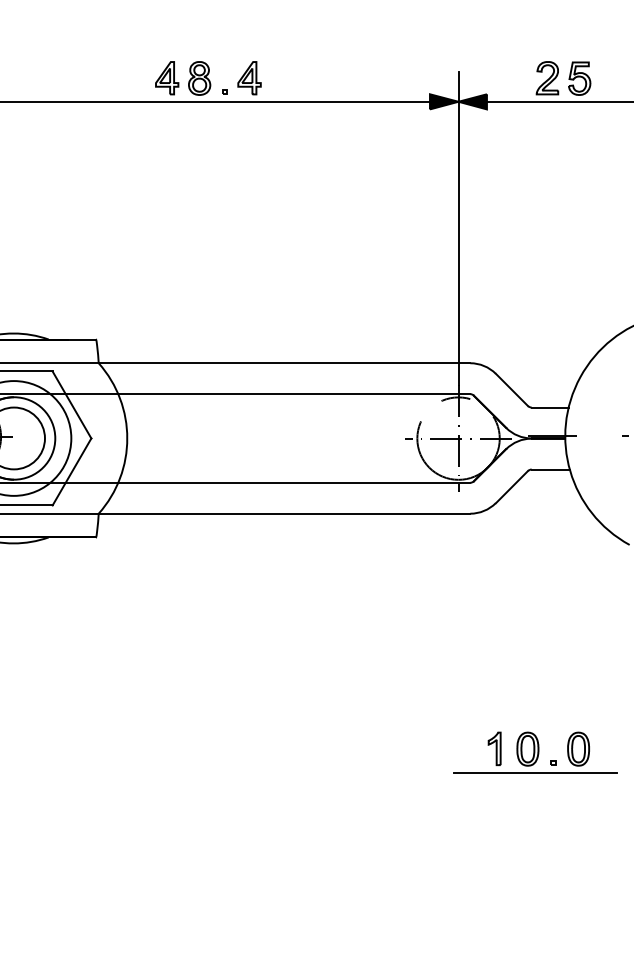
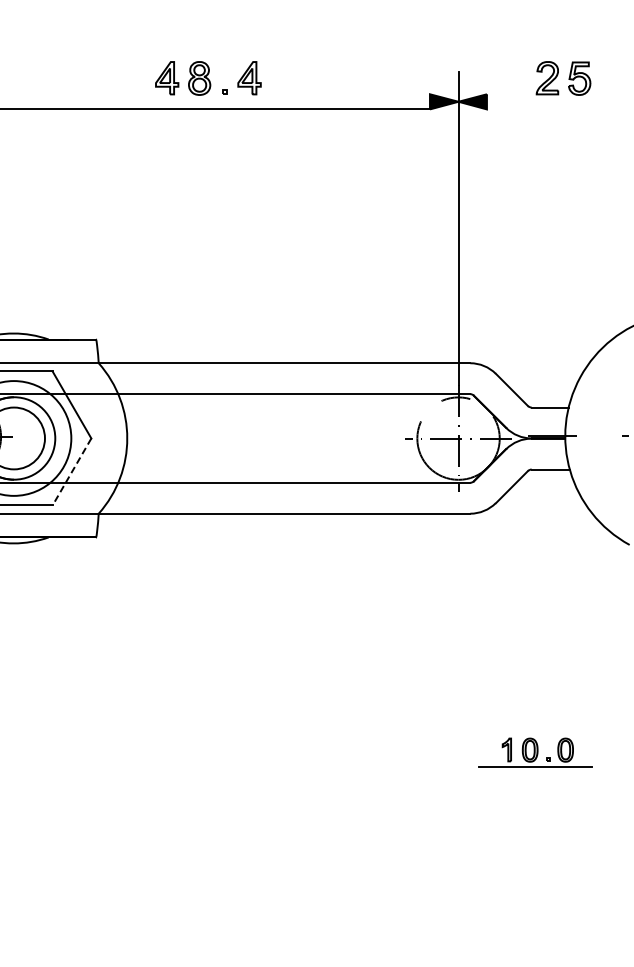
line at (215, 101) position: (215, 101) -> (215, 108)
line at (558, 101): present -> none
line at (72, 471): solid -> dashed
part at (535, 752) size: 165x43 px -> 115x31 px
